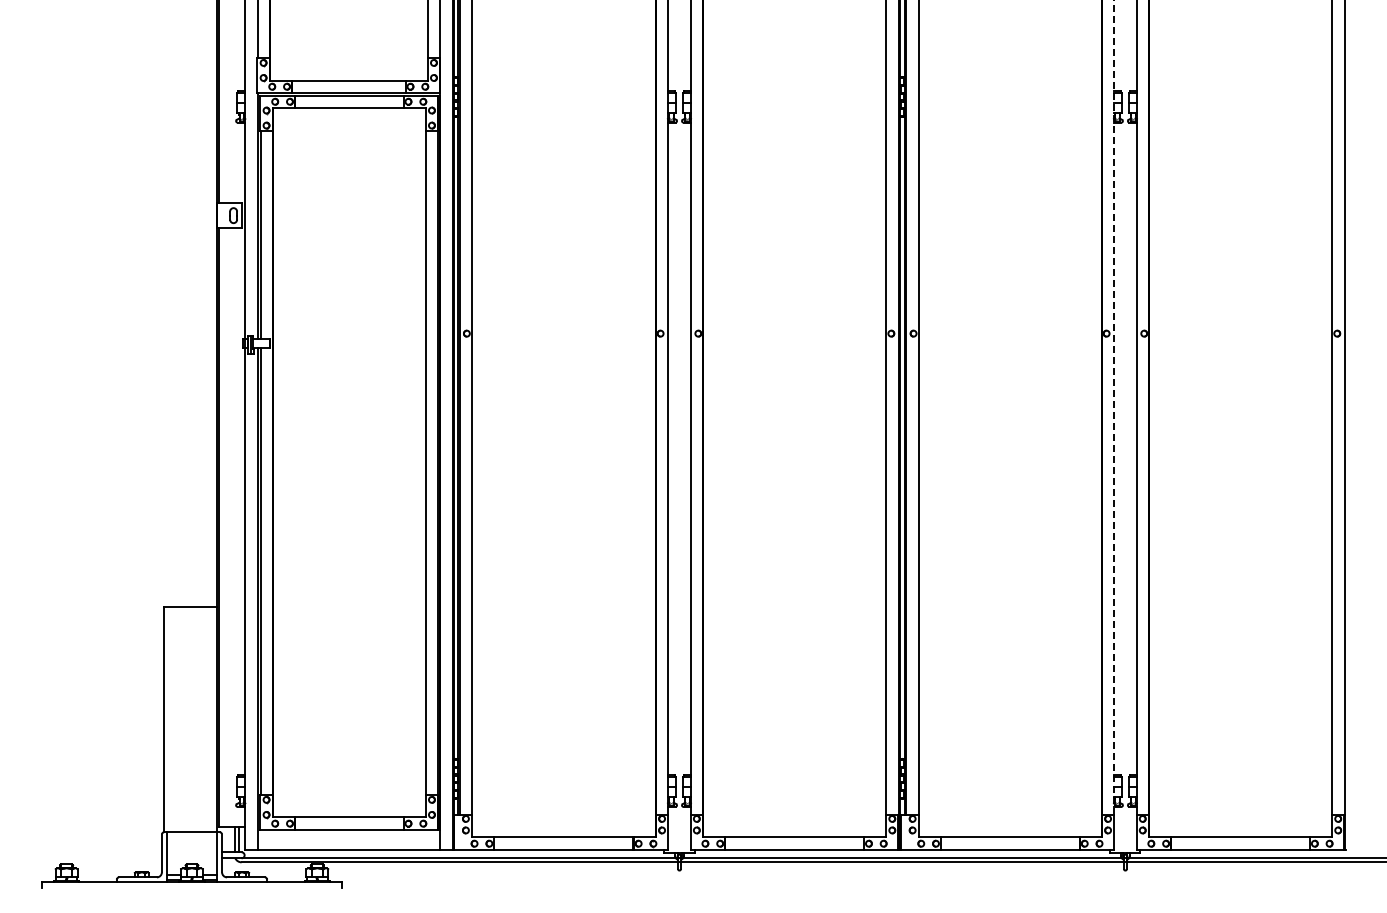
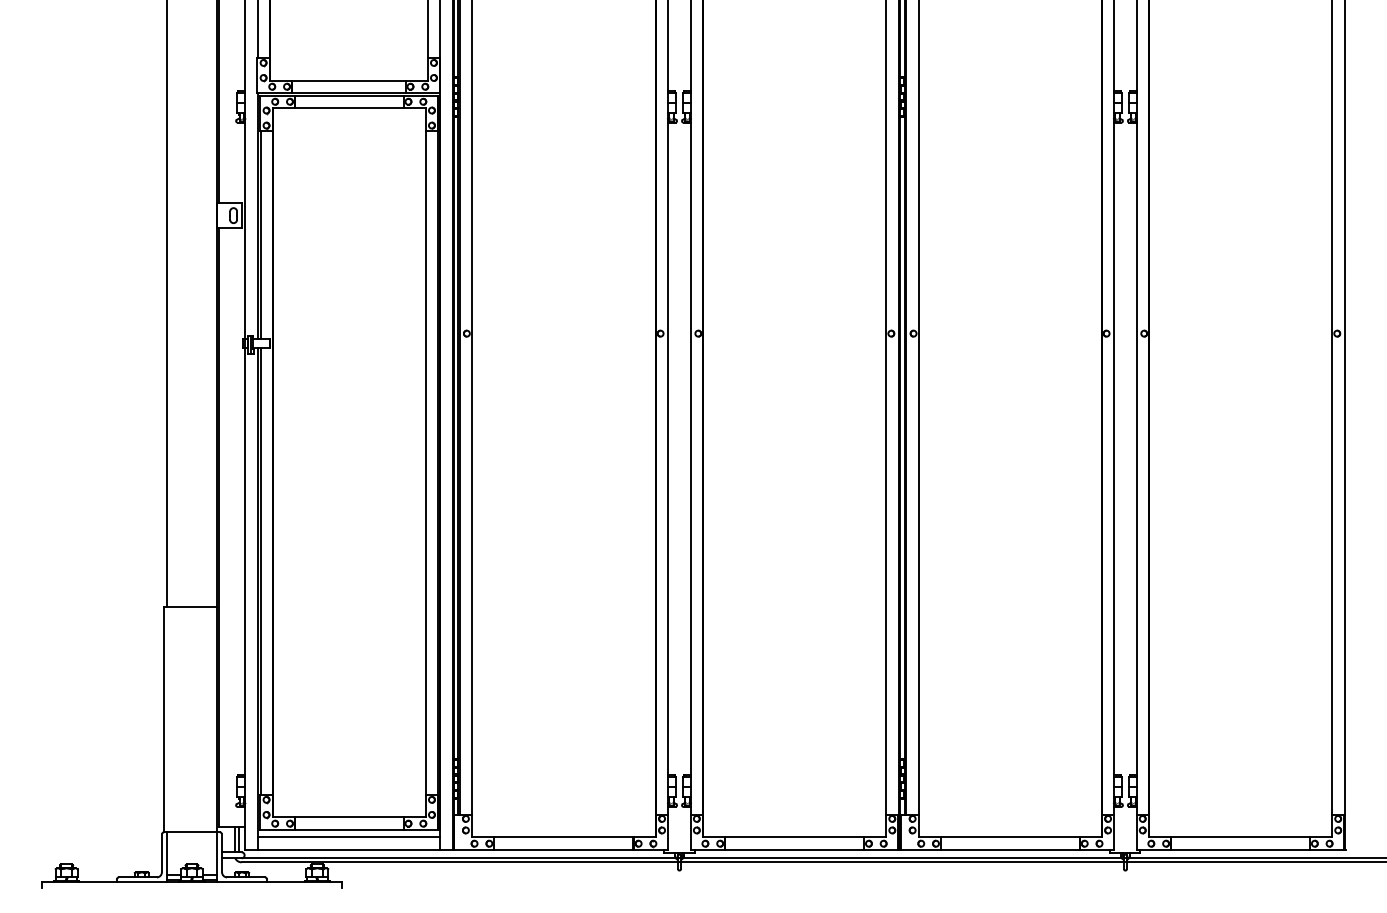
line at (166, 304): none -> present
line at (1113, 406): dashed -> solid
line at (348, 837): none -> present
